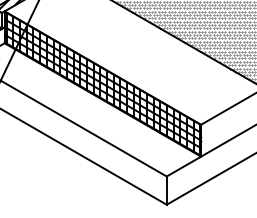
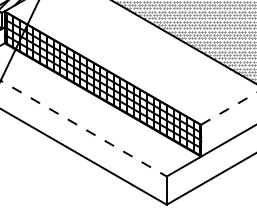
line at (228, 108): solid -> dashed
line at (83, 128): solid -> dashed
